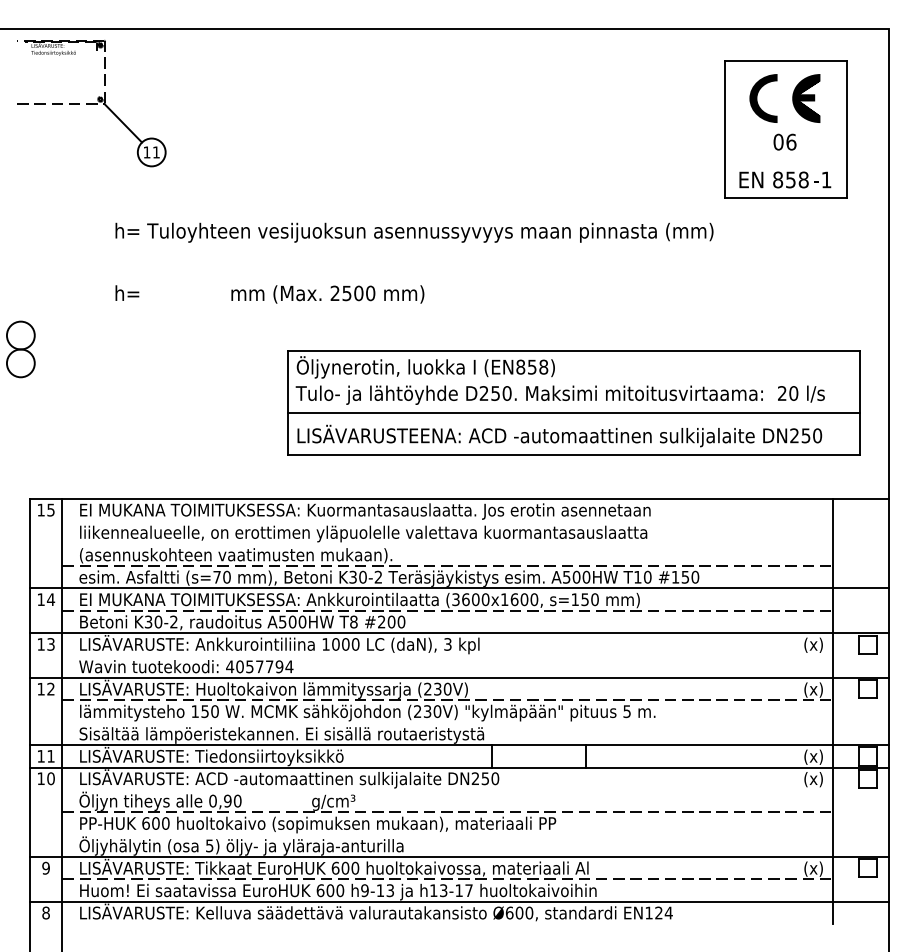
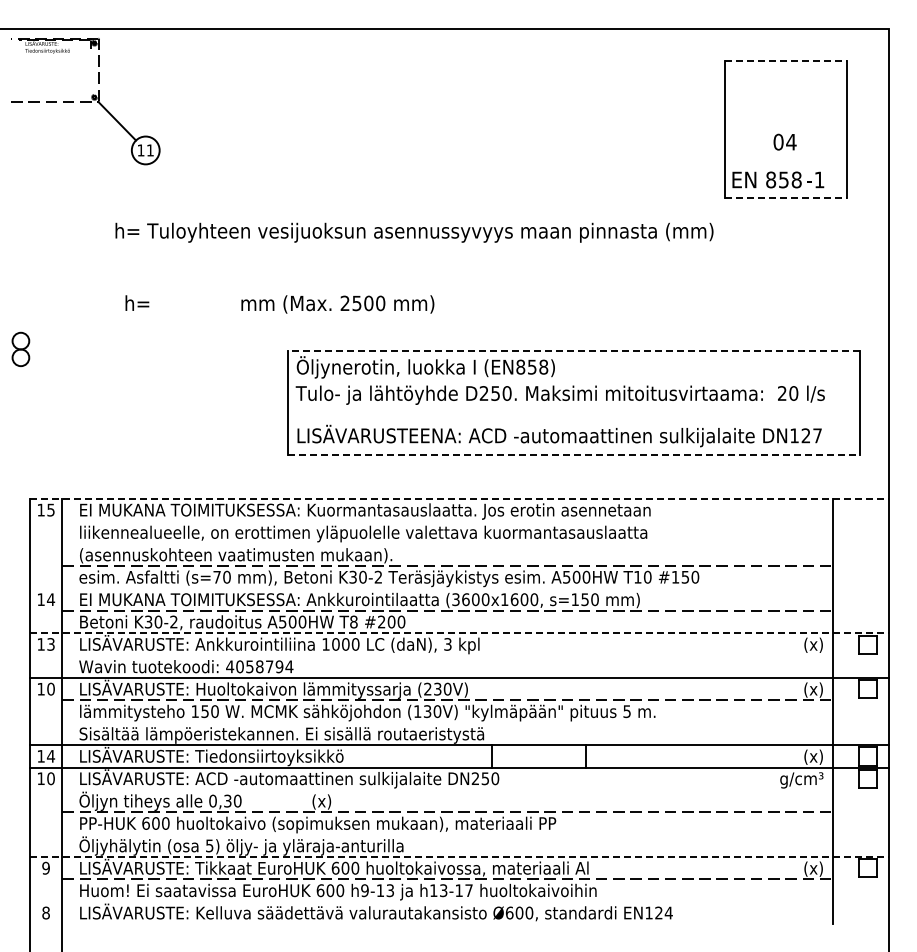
line at (785, 61): solid -> dashed
part at (792, 98): present -> none
part at (91, 103) position: (91, 103) -> (85, 101)
text at (791, 141): 06 -> 04
text at (785, 179) position: (785, 179) -> (778, 179)
line at (785, 198): solid -> dashed
text at (269, 294) position: (269, 294) -> (279, 304)
part at (20, 349) size: 30x59 px -> 20x36 px
line at (573, 350): solid -> dashed
line at (573, 412): present -> none
text at (806, 435): DN250 -> DN127
line at (573, 455): solid -> dashed
line at (459, 498): solid -> dashed
line at (459, 588): present -> none
line at (459, 633): solid -> dashed
text at (259, 666): 4057794 -> 4058794
text at (50, 688): 12 -> 10
text at (417, 711): (230V) -> (130V)
text at (50, 756): 11 -> 14
text at (801, 780): (x) -> g/cm³
text at (227, 800): 0,90 -> 0,30
text at (333, 802): g/cm³ -> (x)
line at (459, 857): solid -> dashed
line at (459, 901): present -> none
